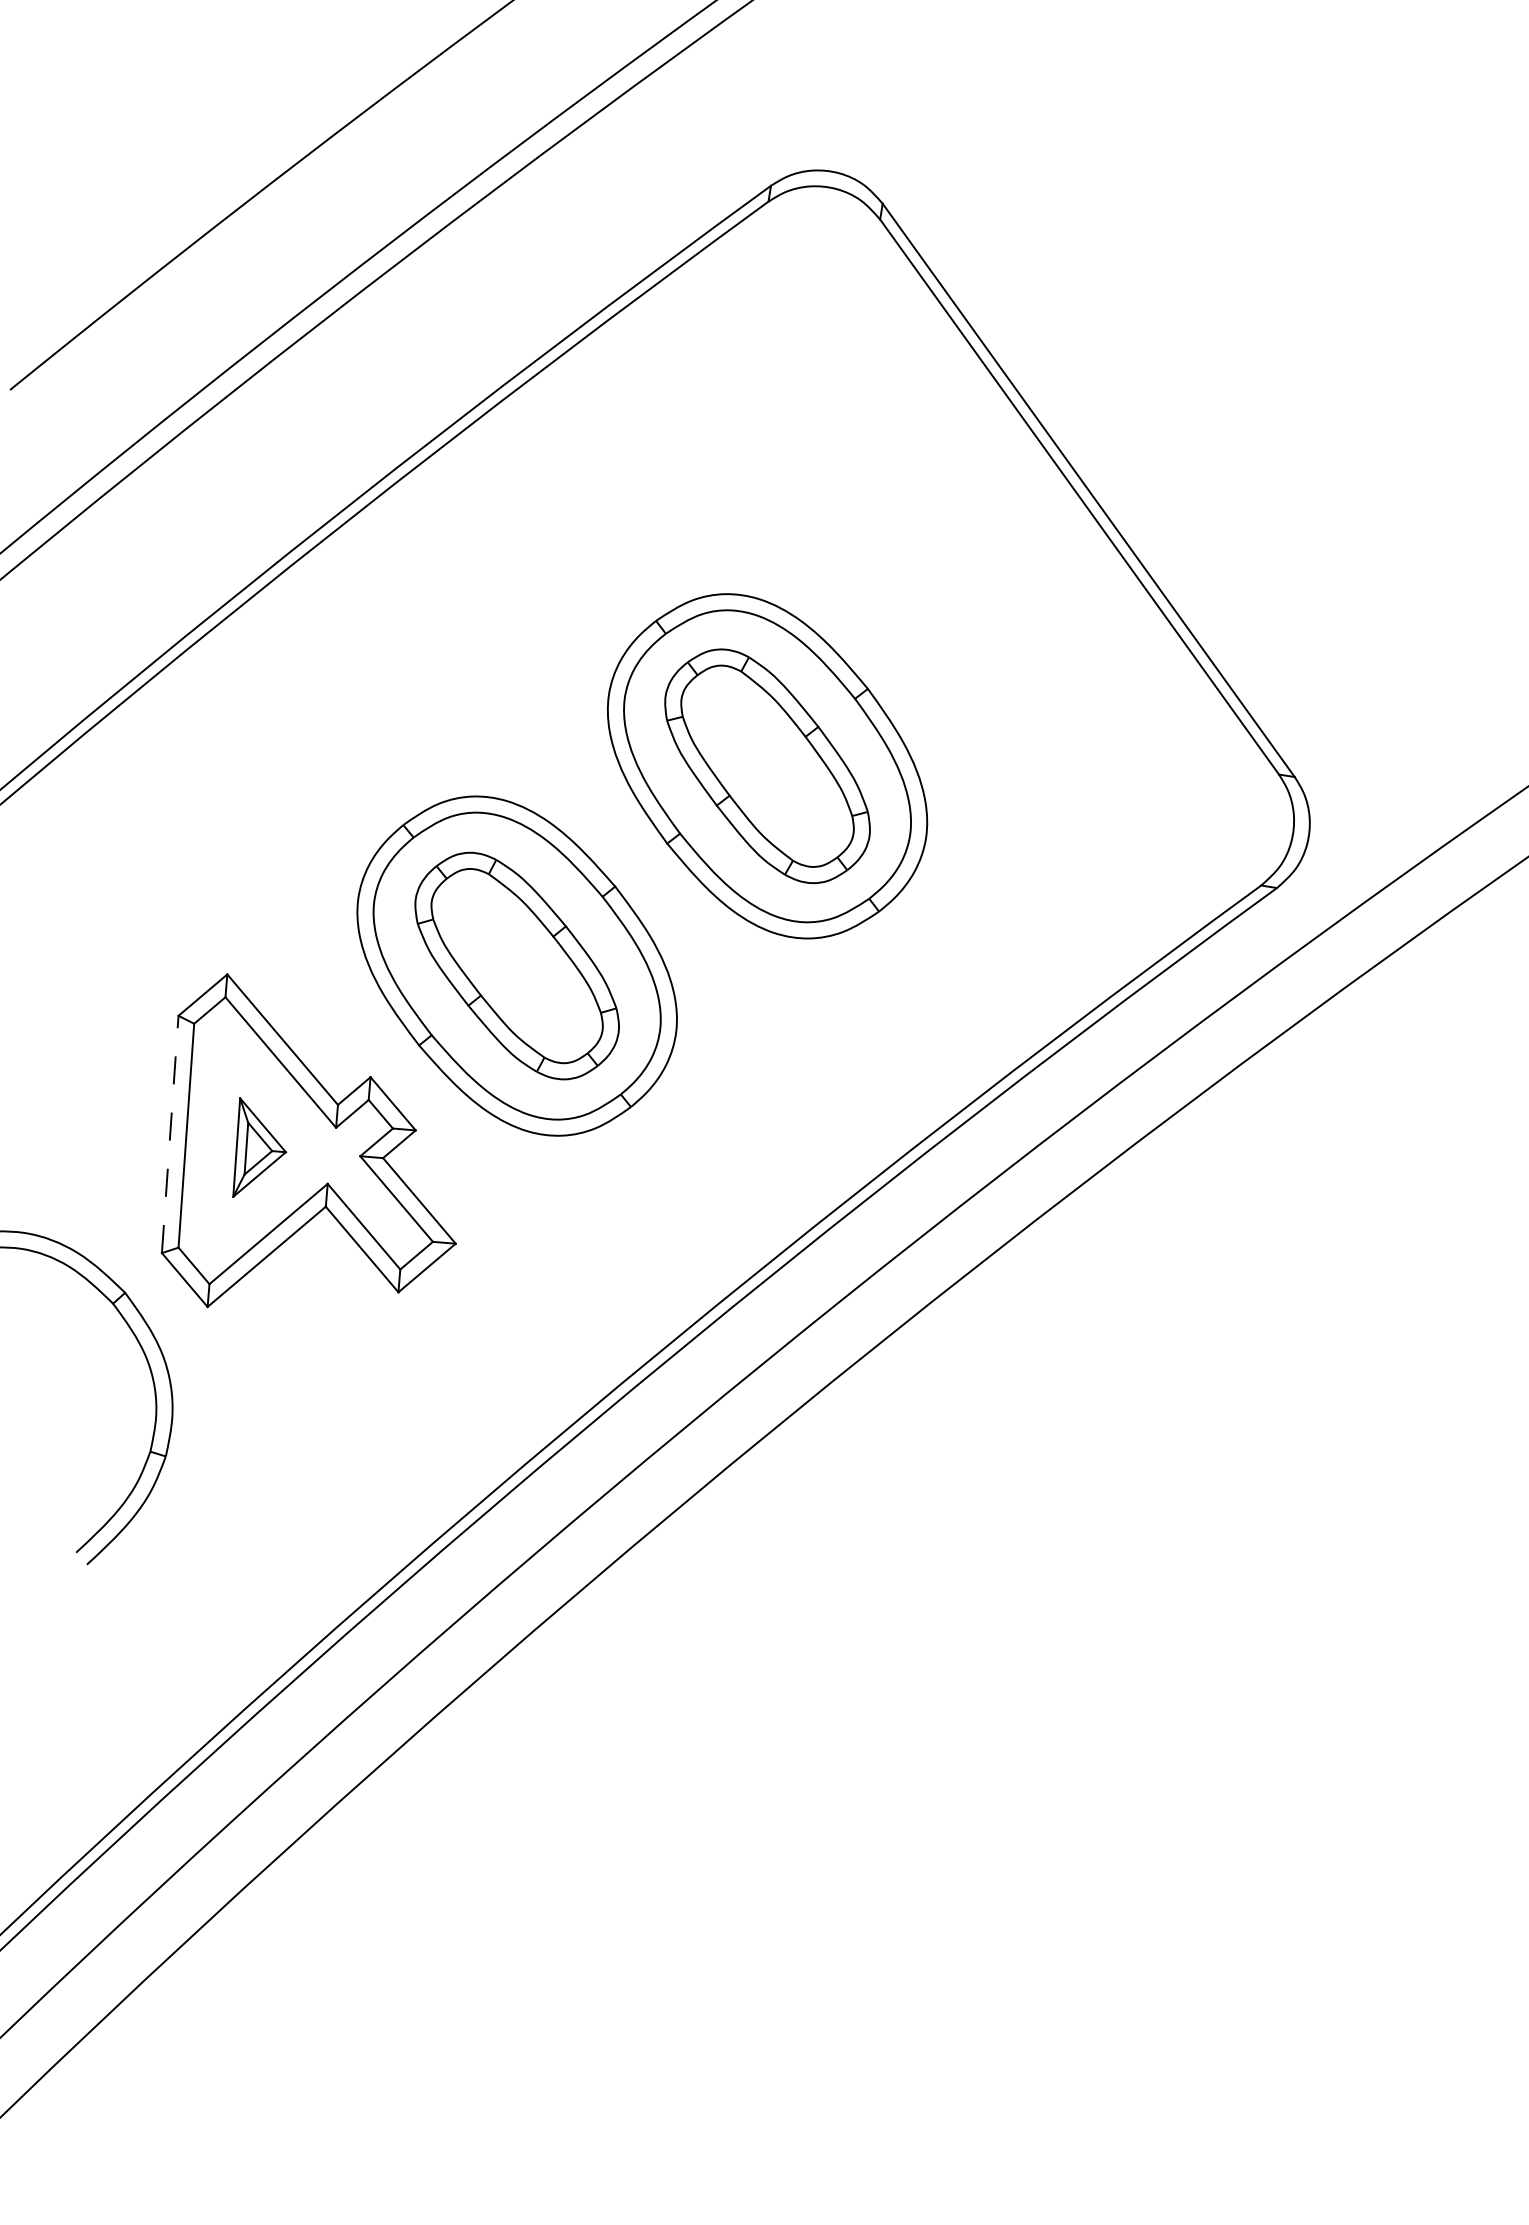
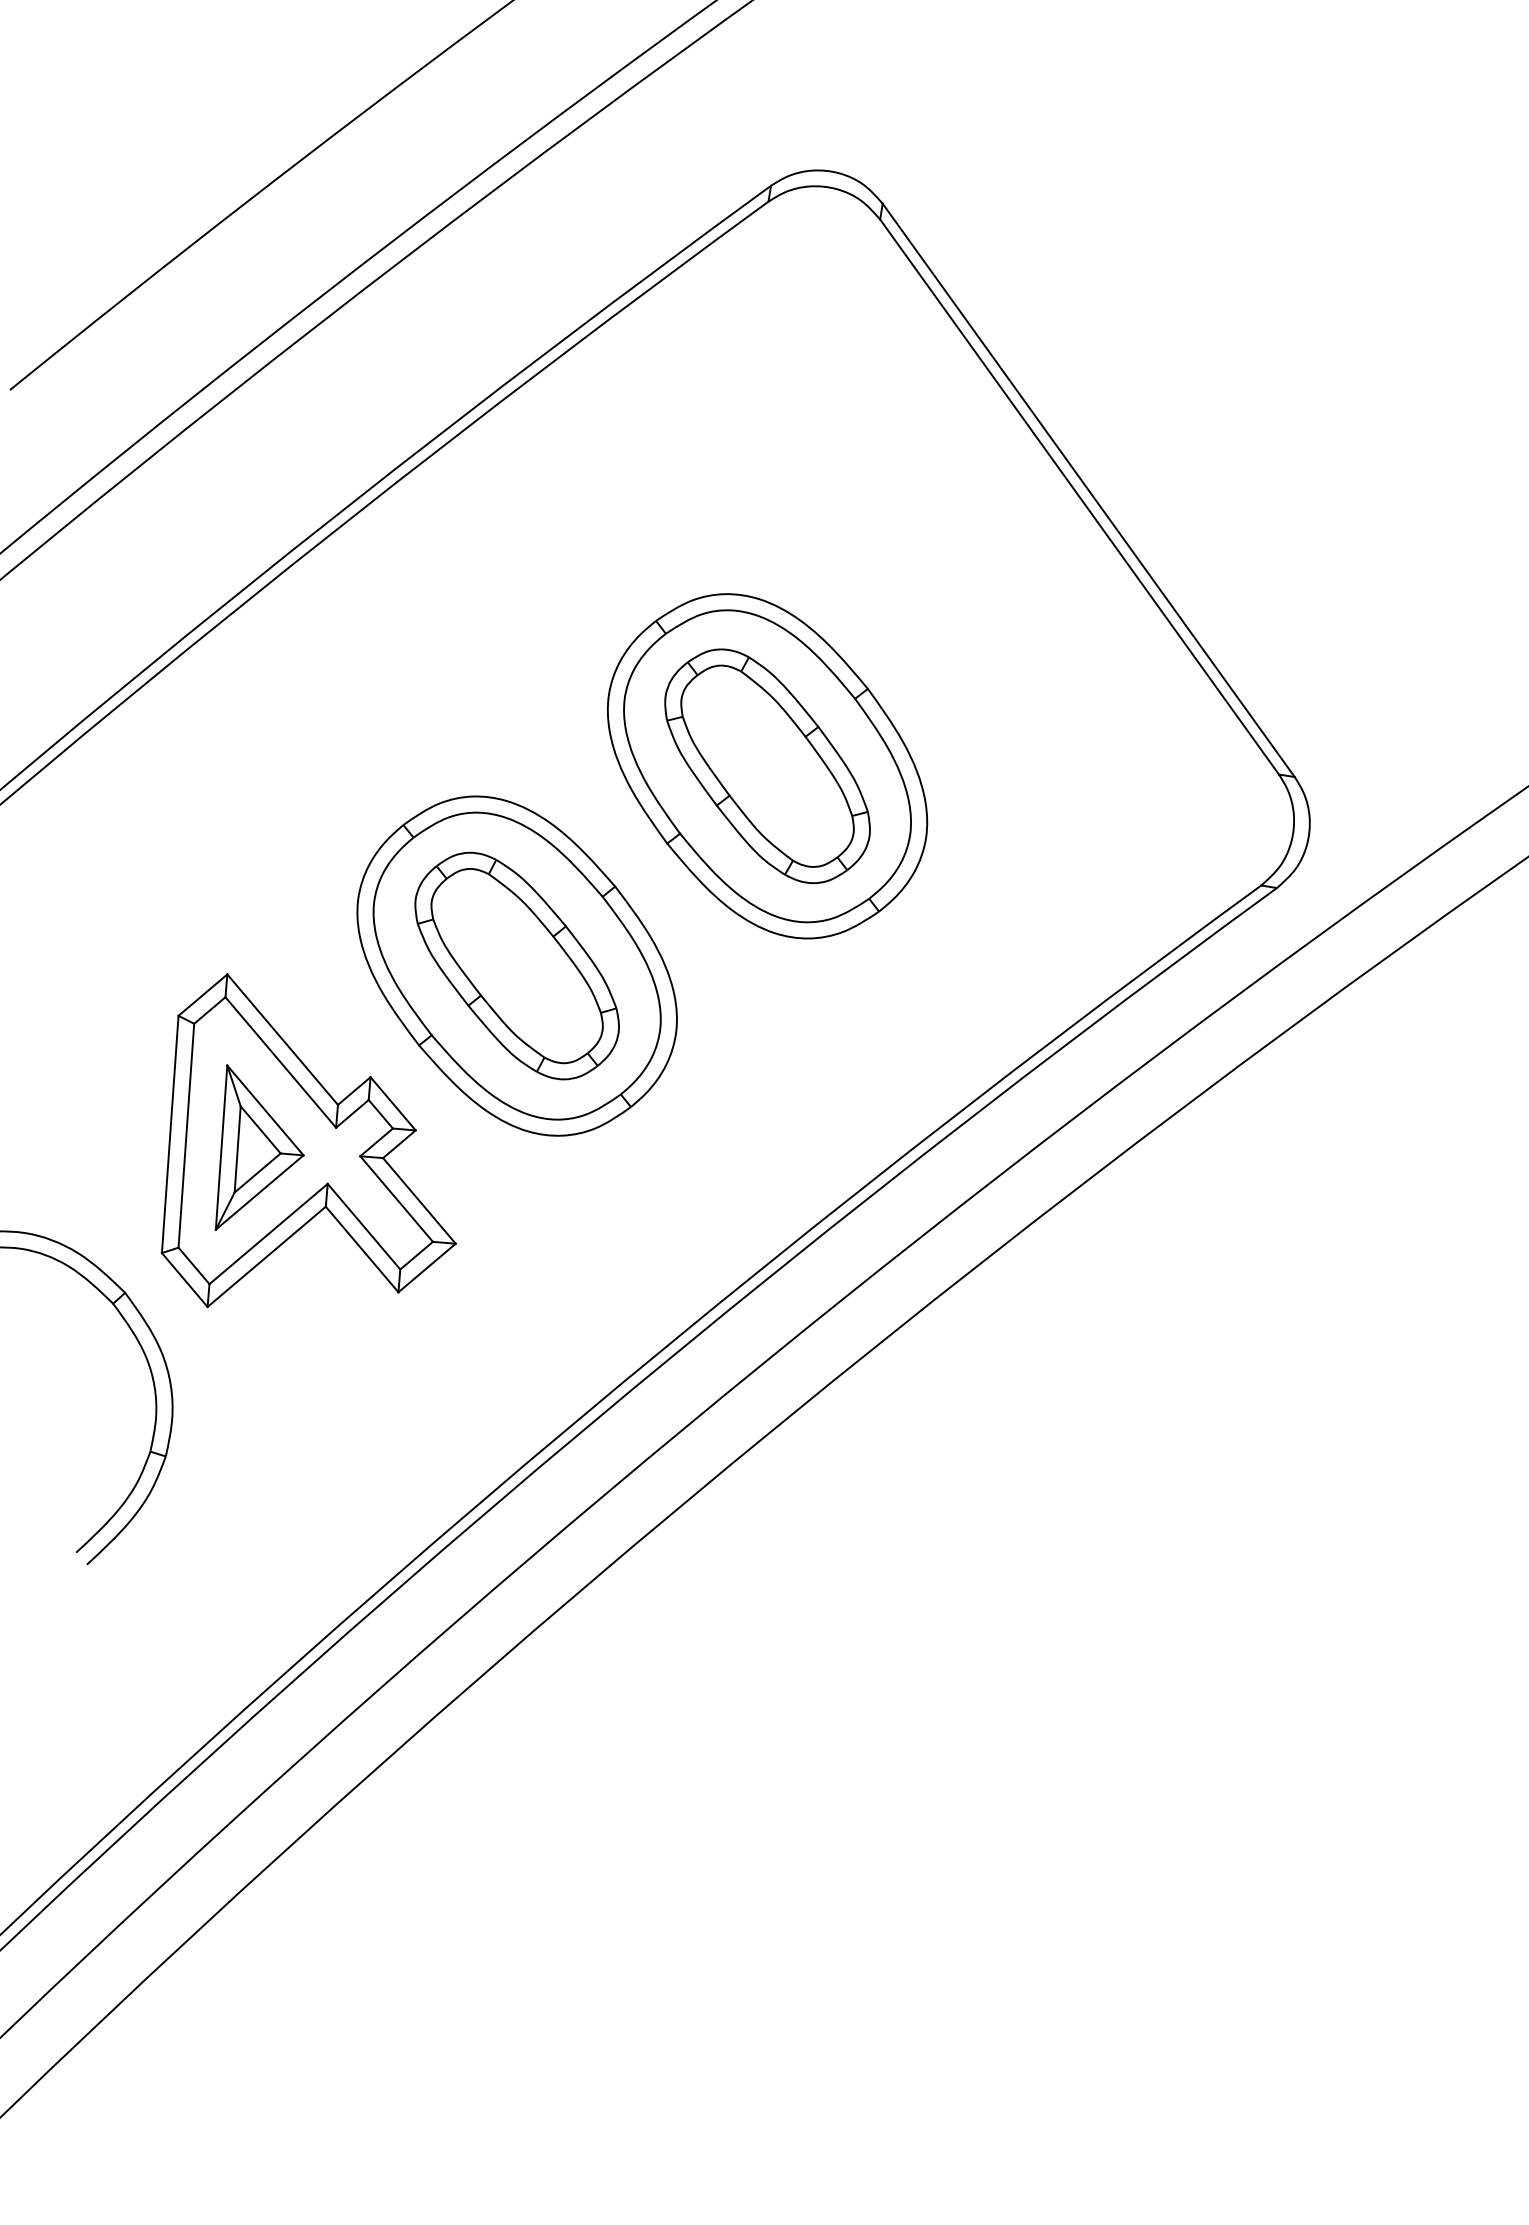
line at (170, 1134): dashed -> solid
part at (259, 1147) size: 56x101 px -> 91x167 px
